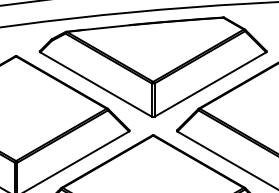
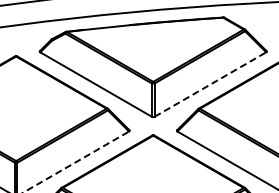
line at (210, 84): solid -> dashed
line at (76, 162): solid -> dashed
